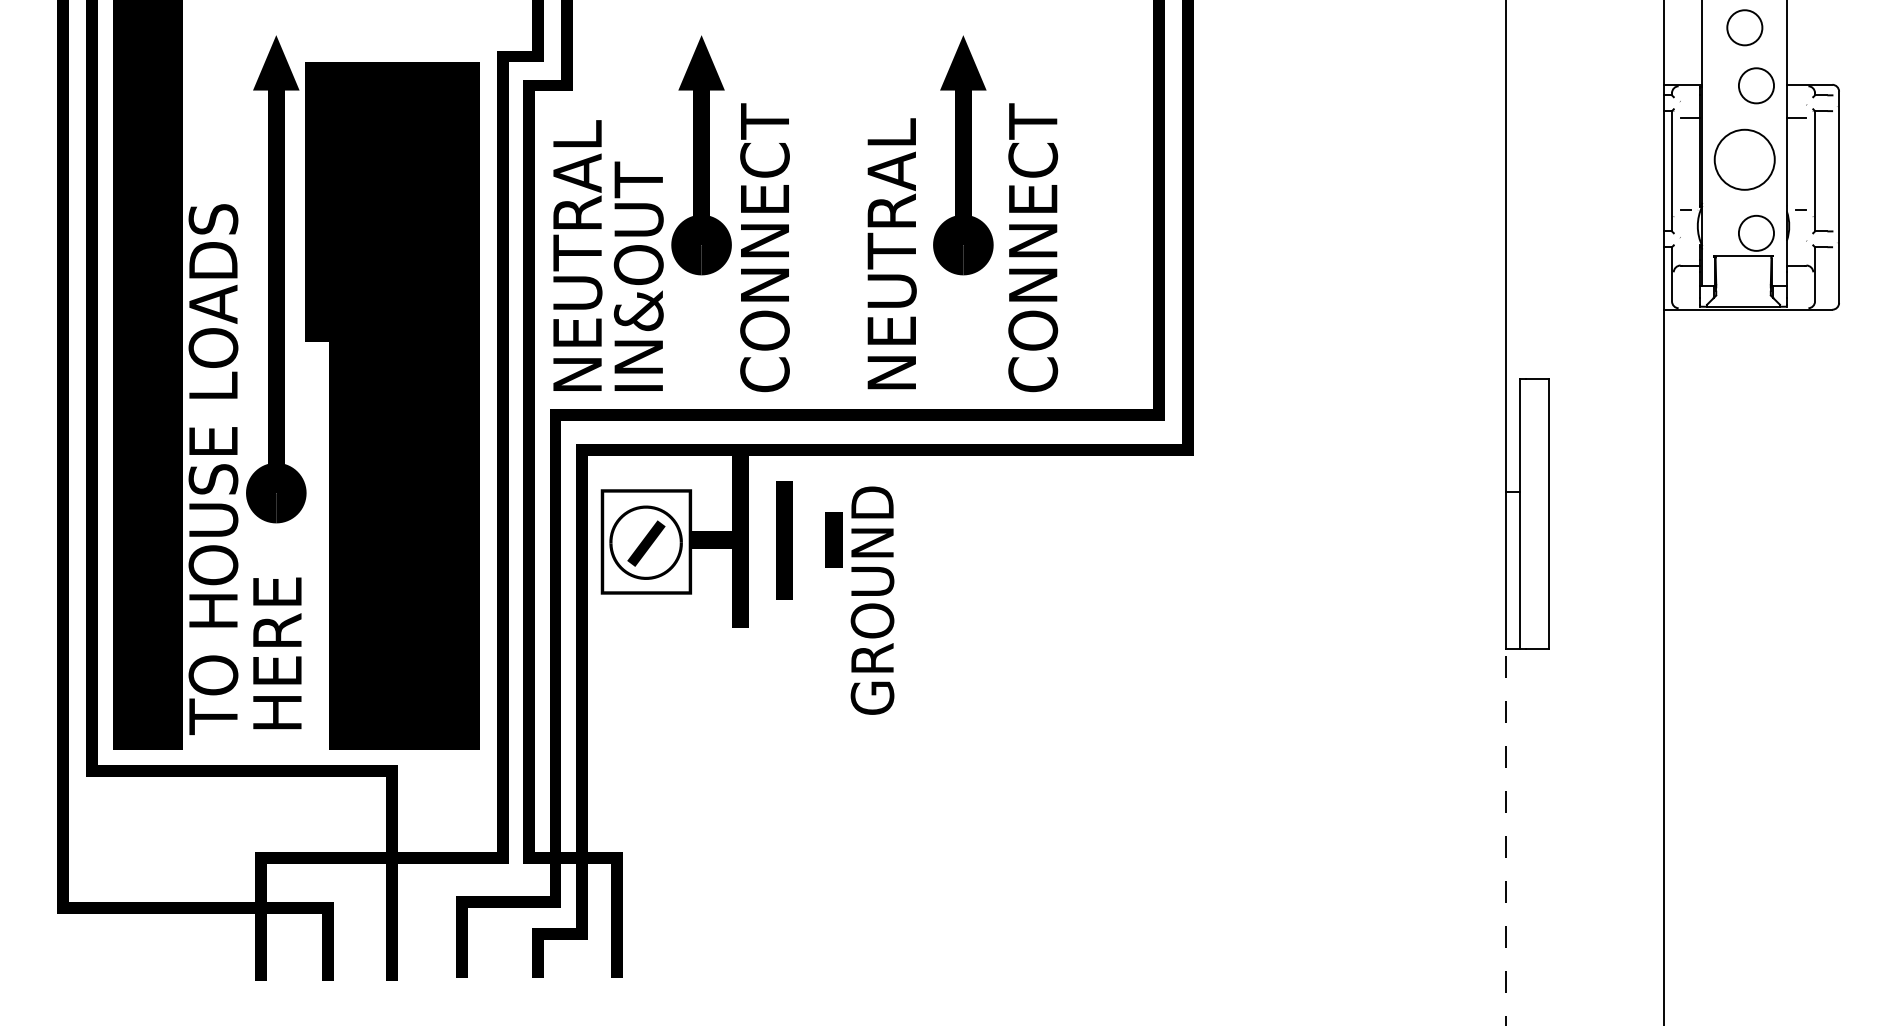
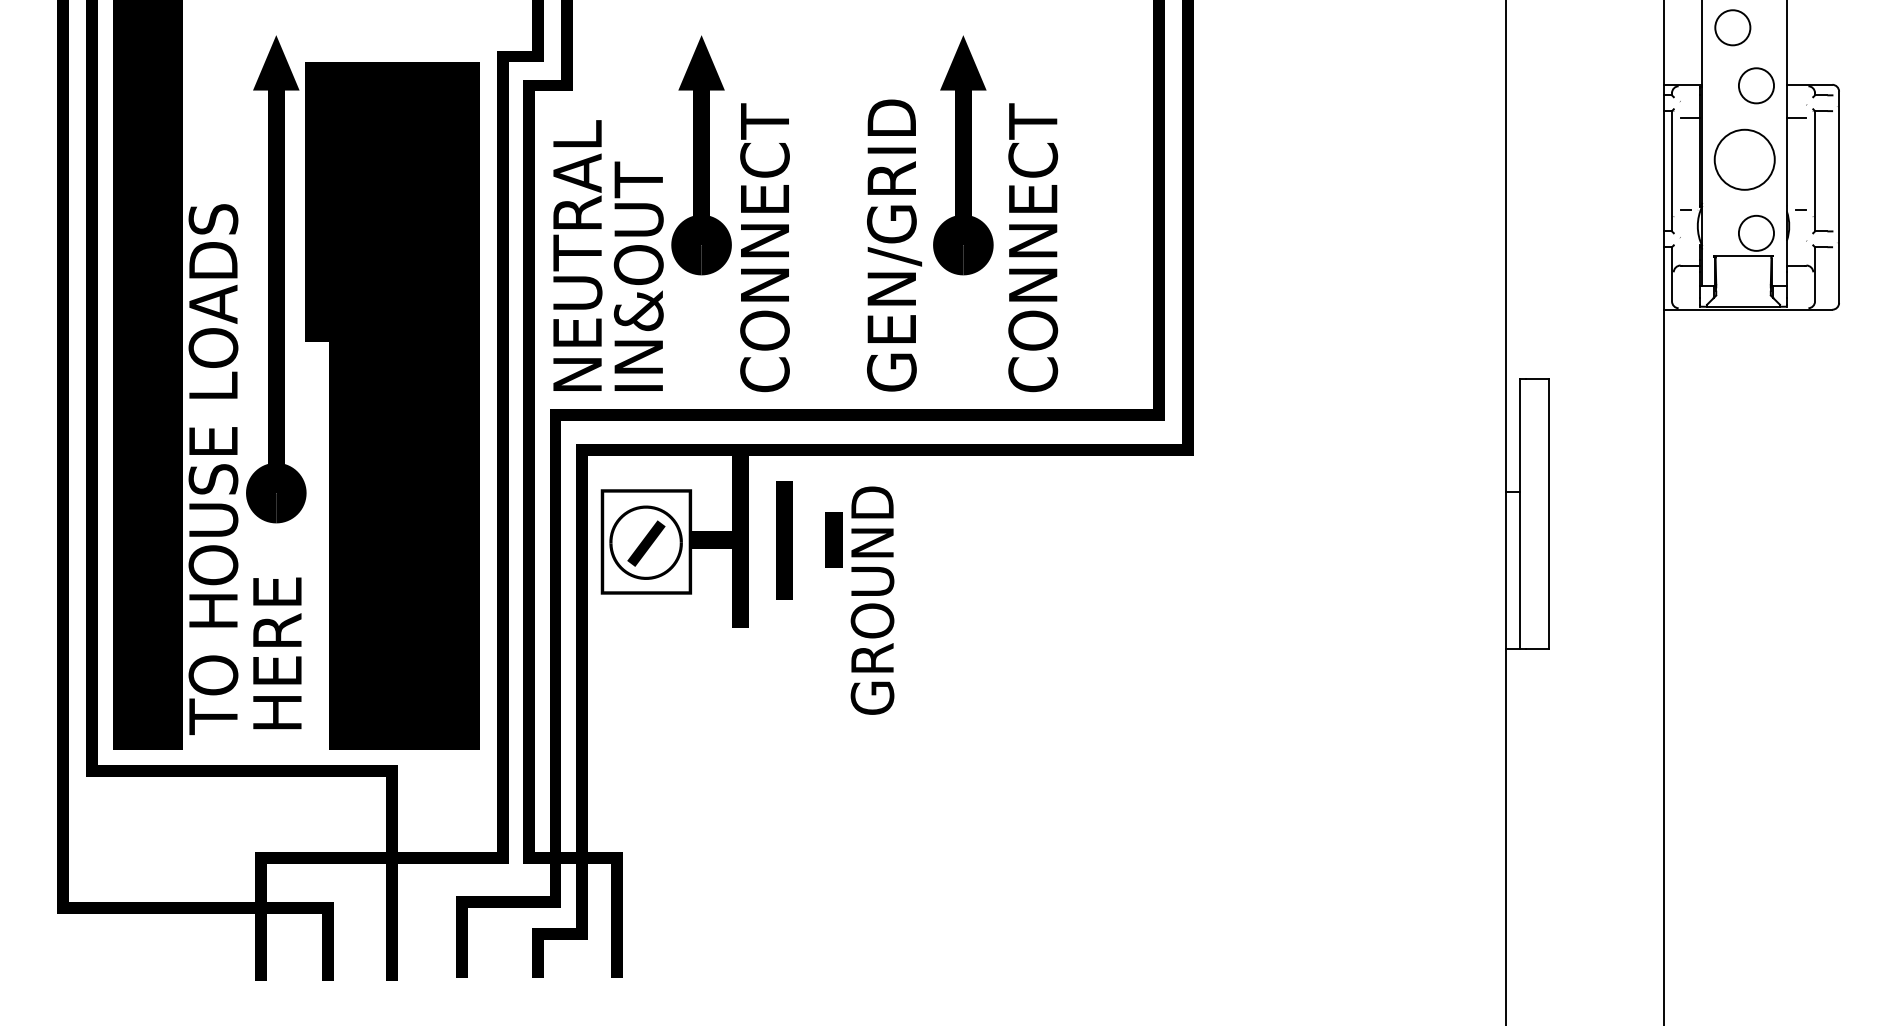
circle at (1744, 27) position: (1744, 27) -> (1732, 27)
text at (894, 245): NEUTRAL -> GEN/GRID
line at (1506, 837): dashed -> solid
